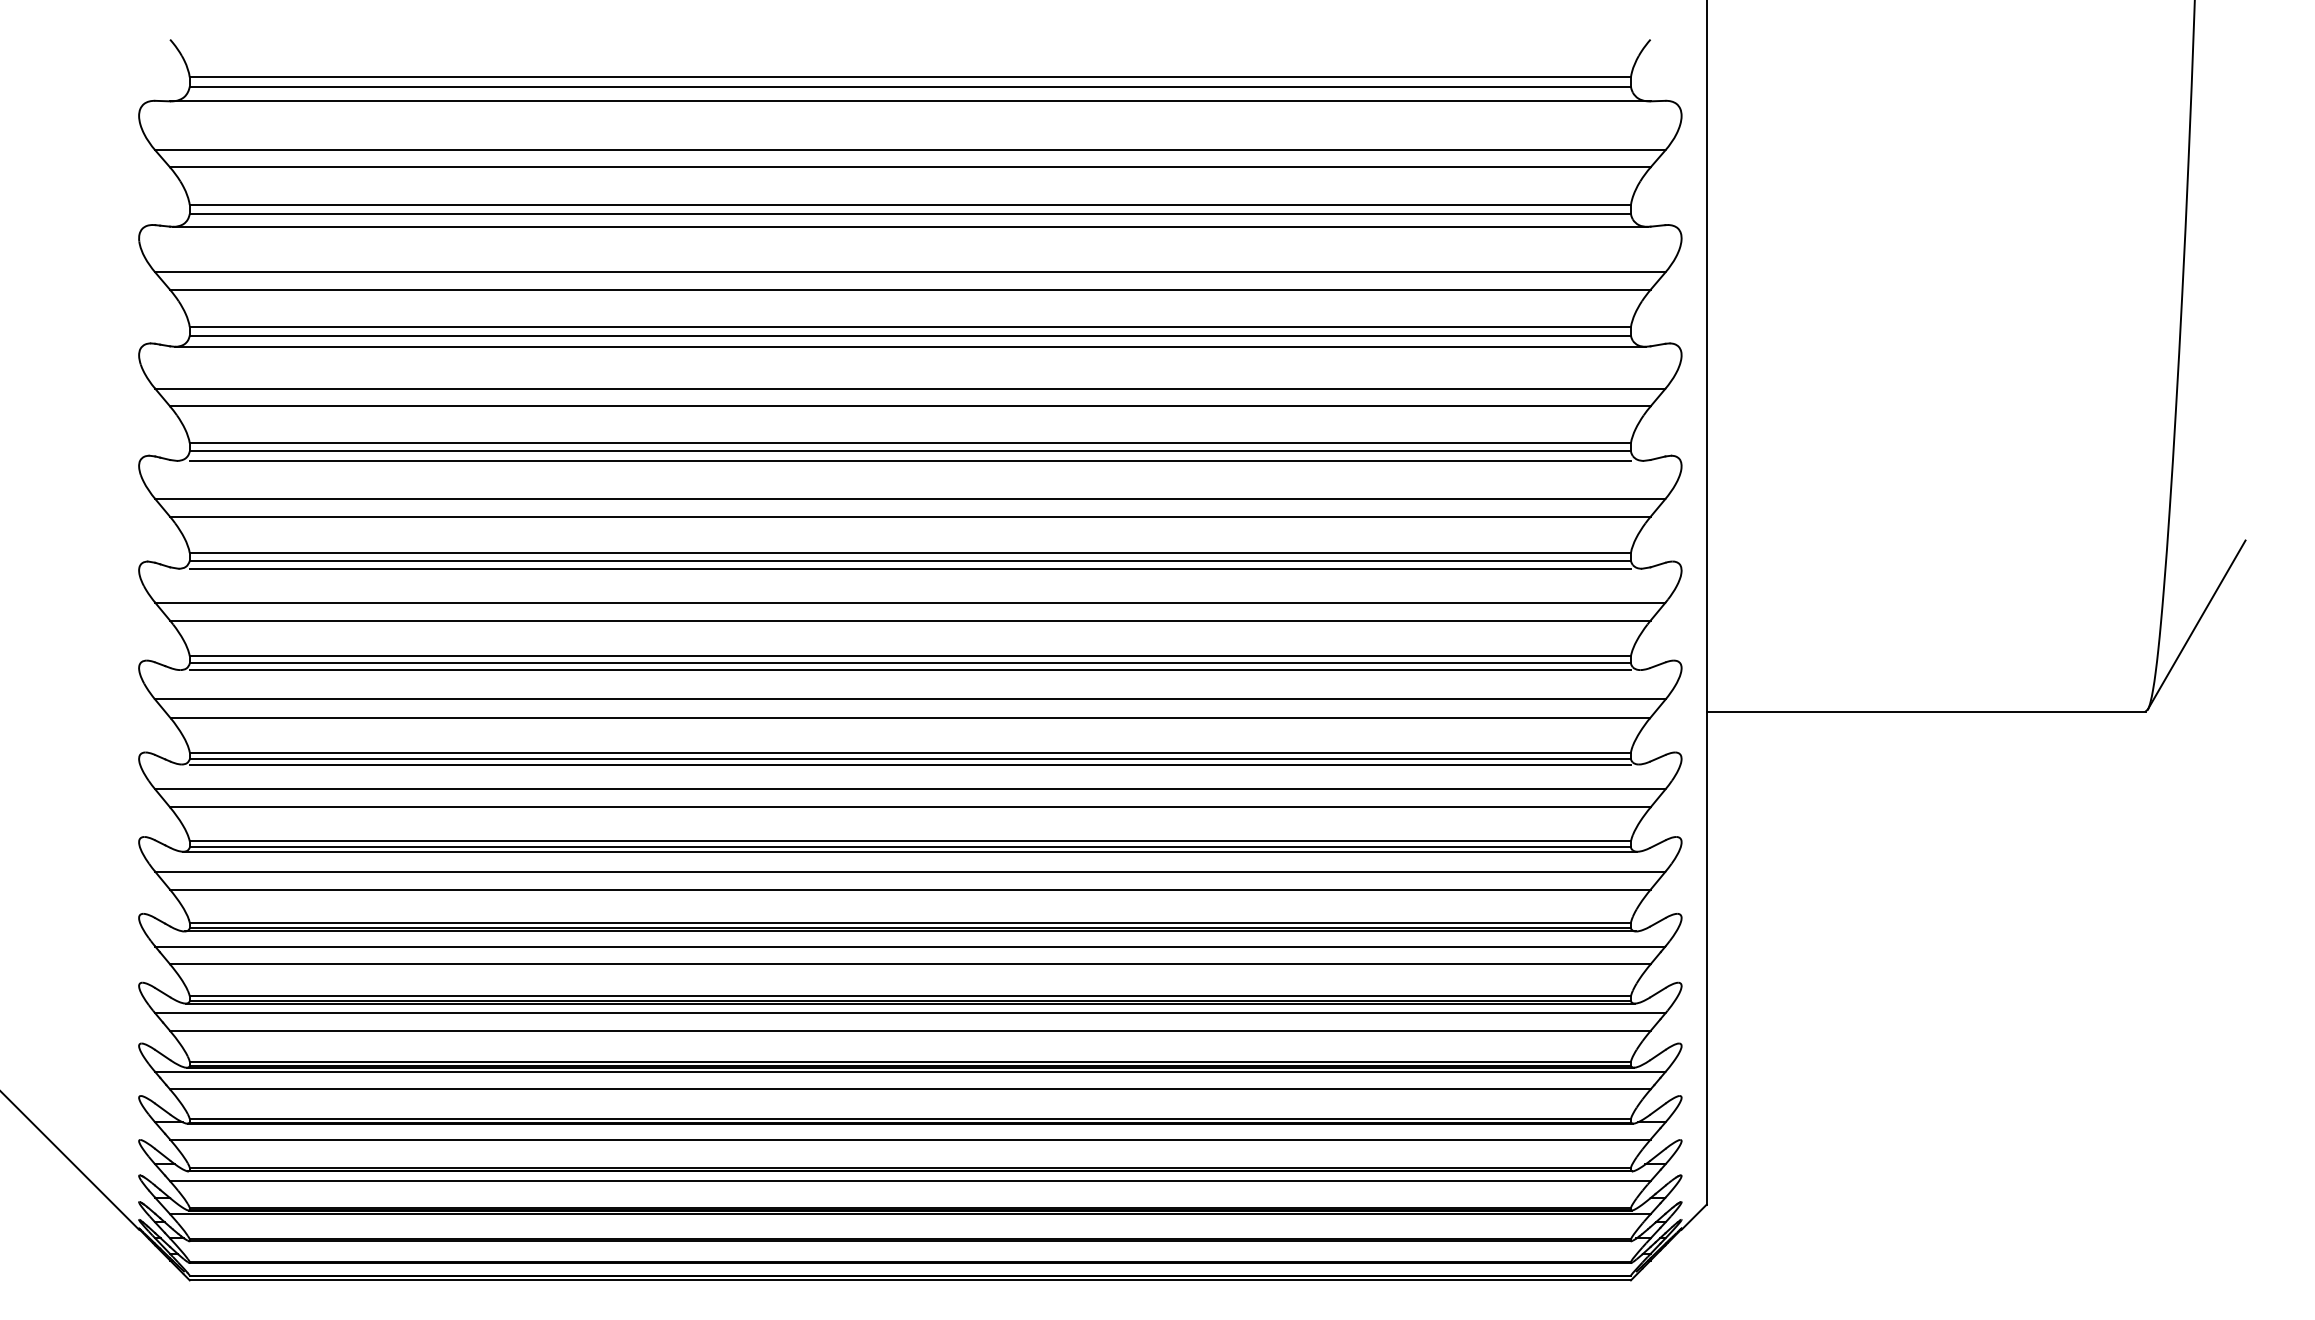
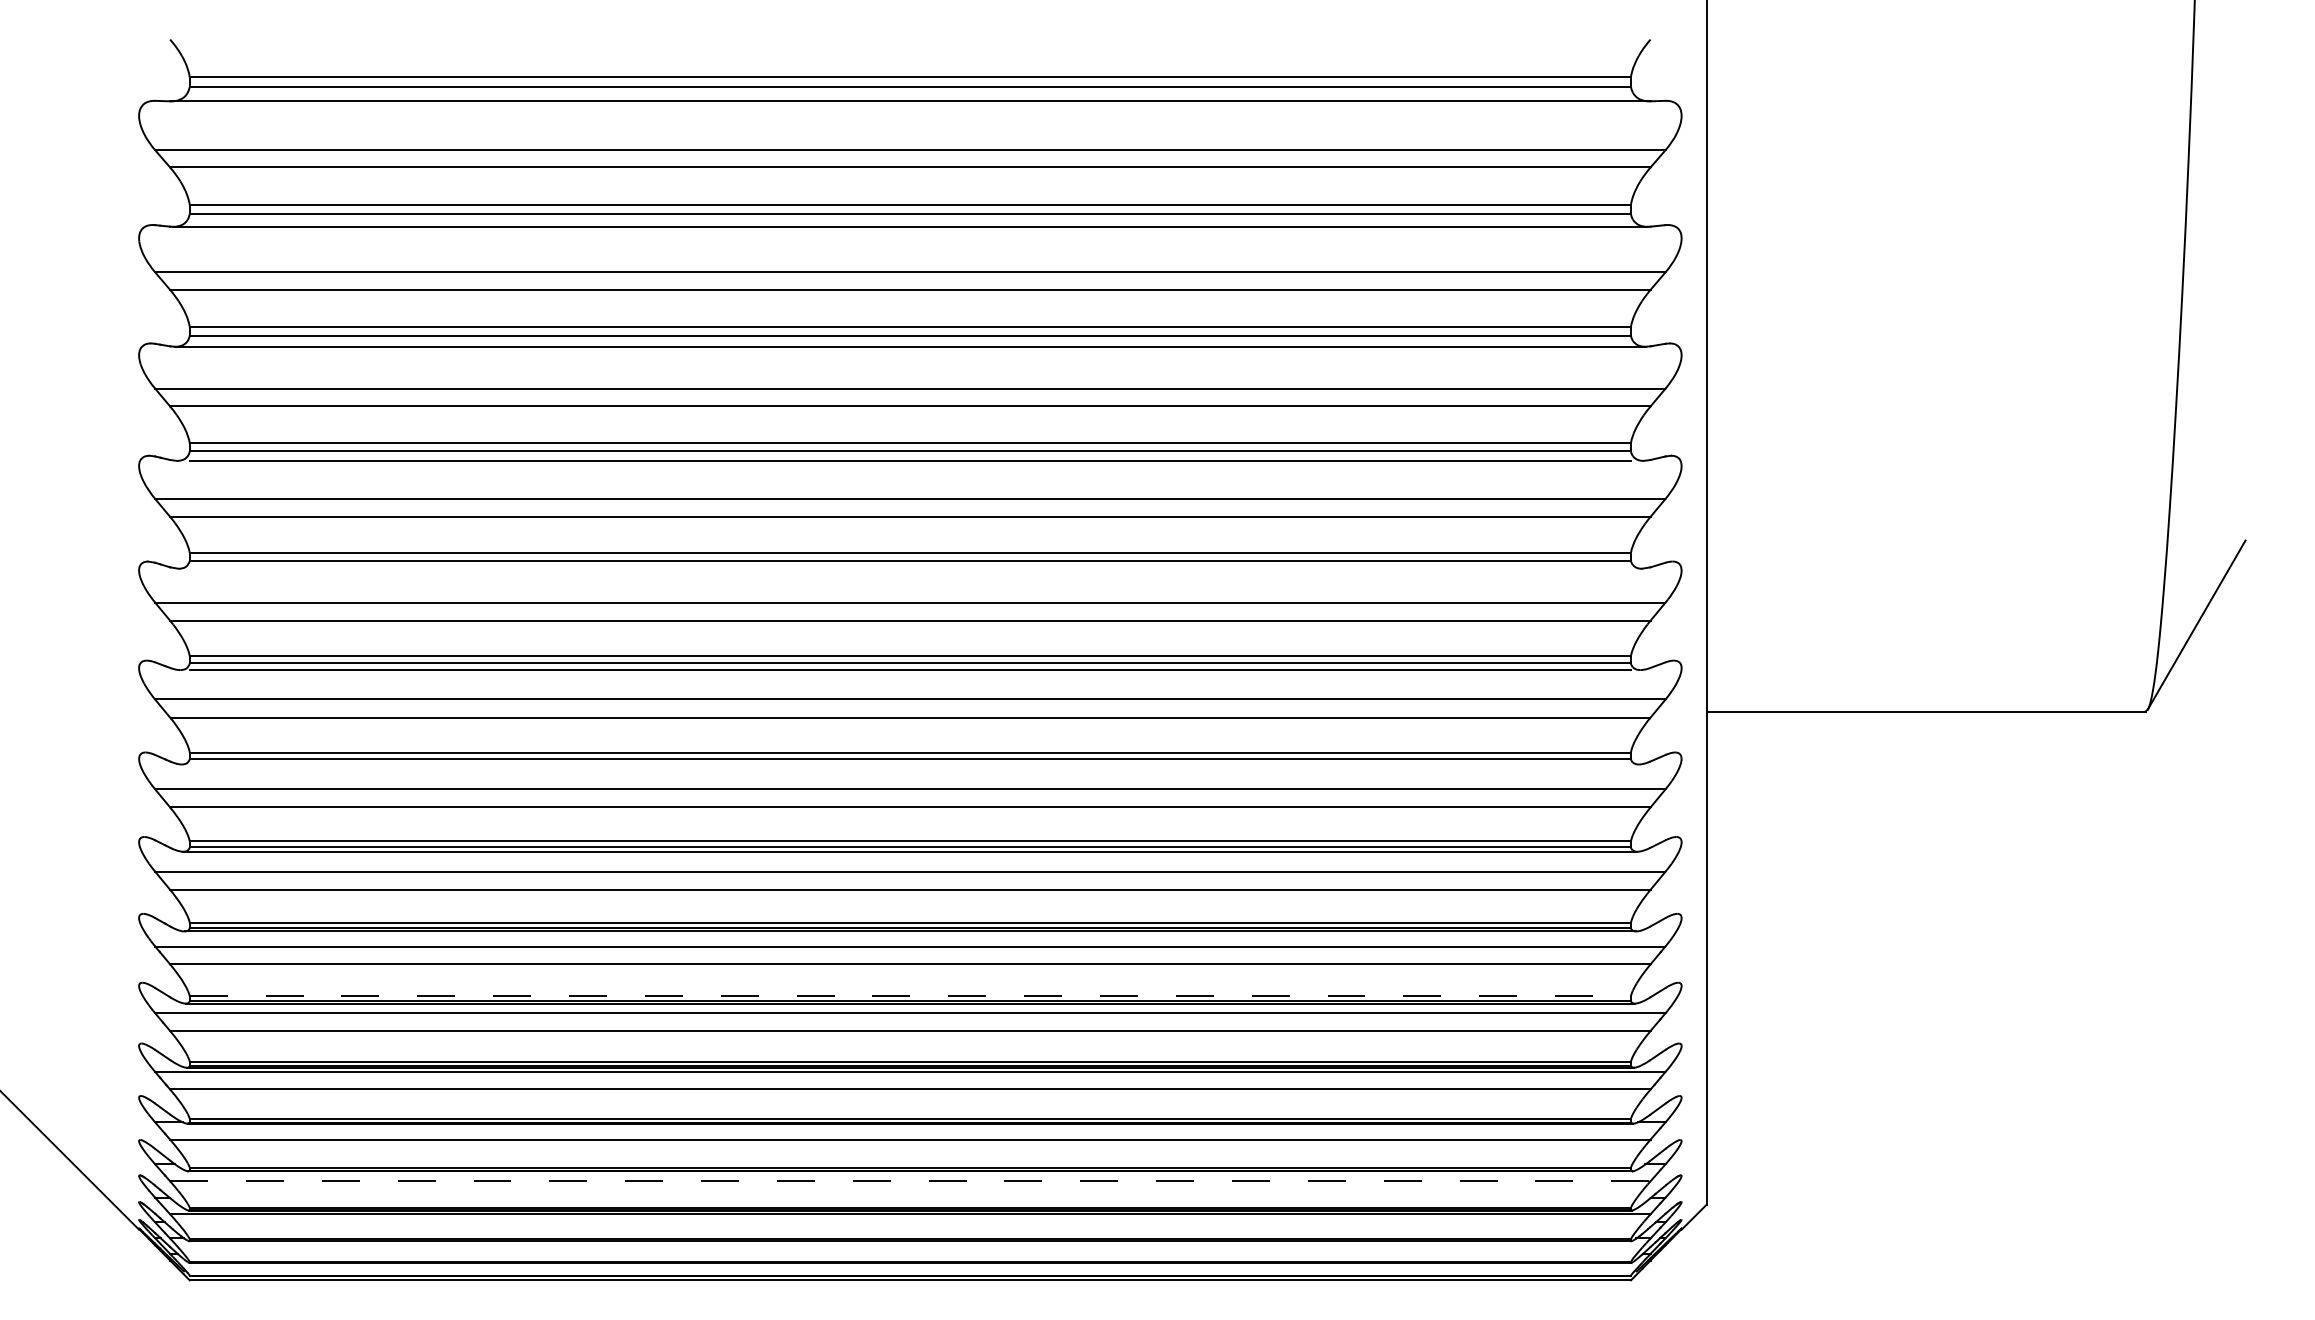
line at (909, 568): present -> none
line at (909, 764): present -> none
line at (910, 996): solid -> dashed
line at (910, 1181): solid -> dashed
